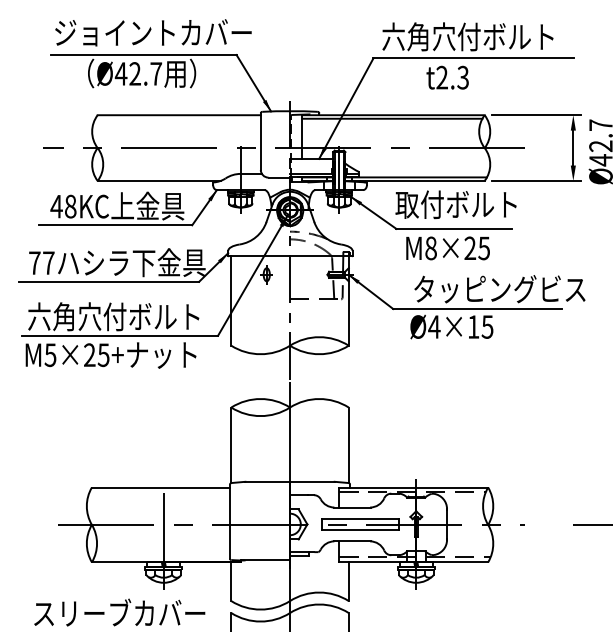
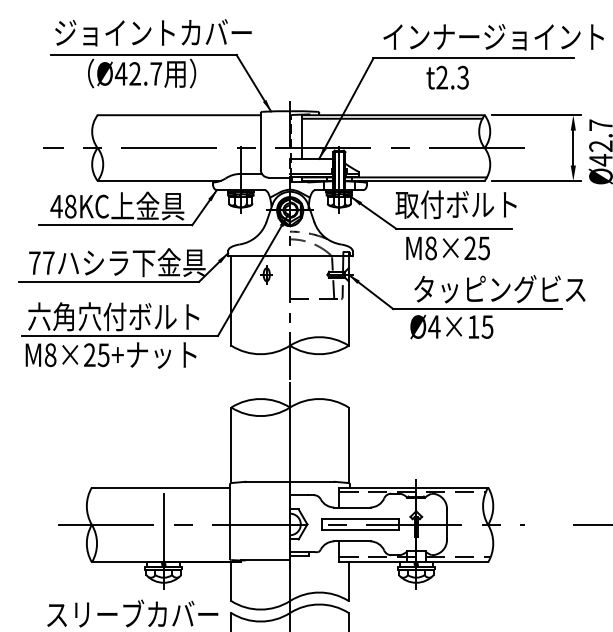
text at (492, 36): 六角穴付ボルト -> インナージョイント
text at (50, 354): M5×25+ -> M8×25+
text at (119, 612) position: (119, 612) -> (132, 613)
